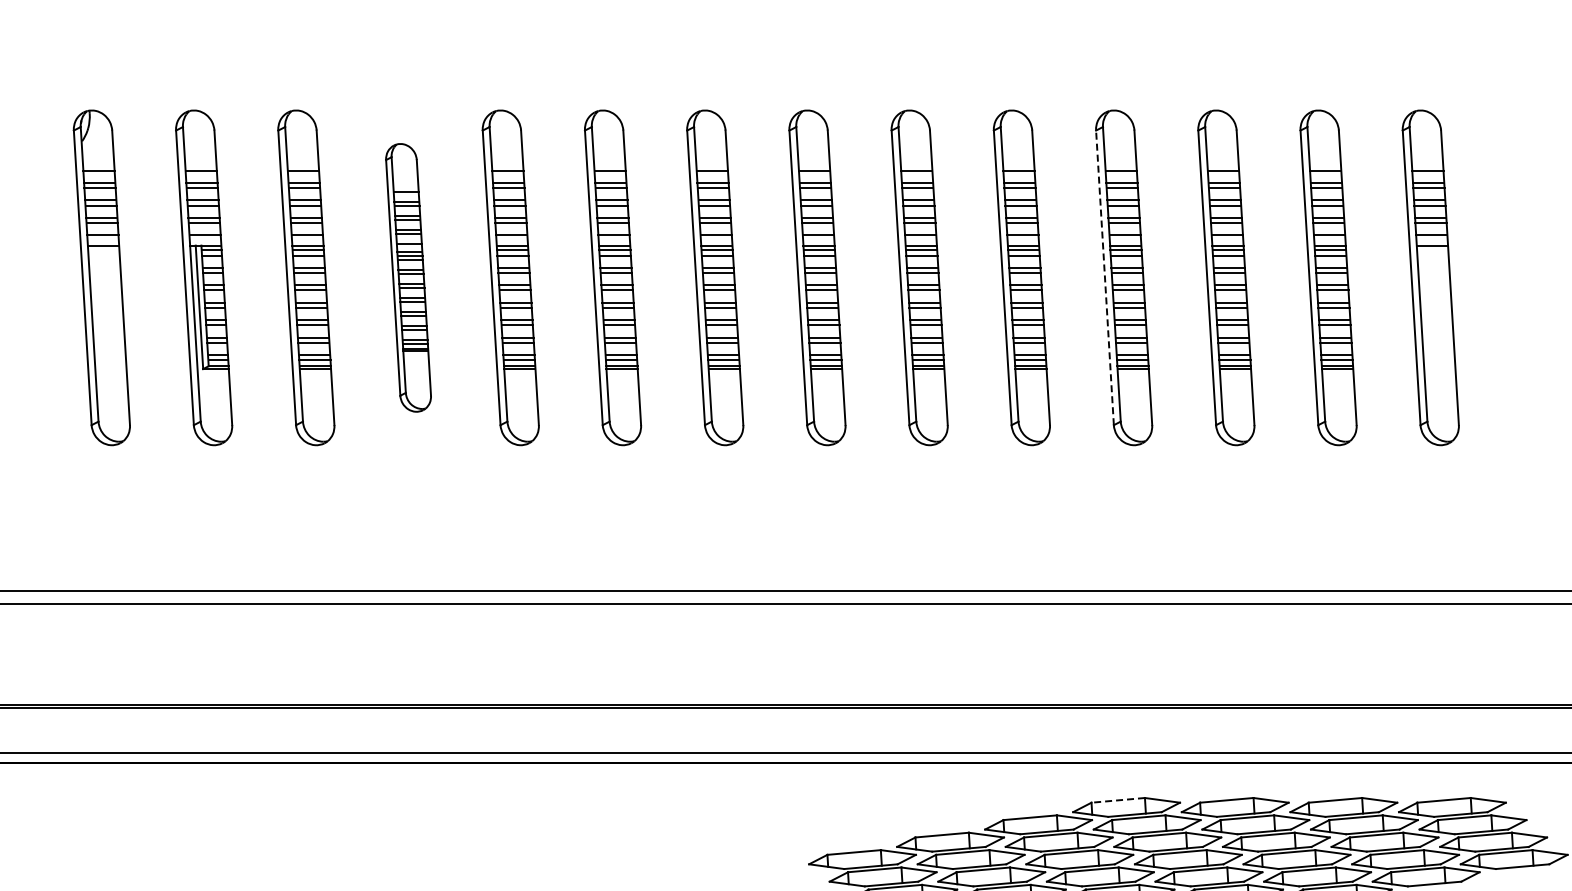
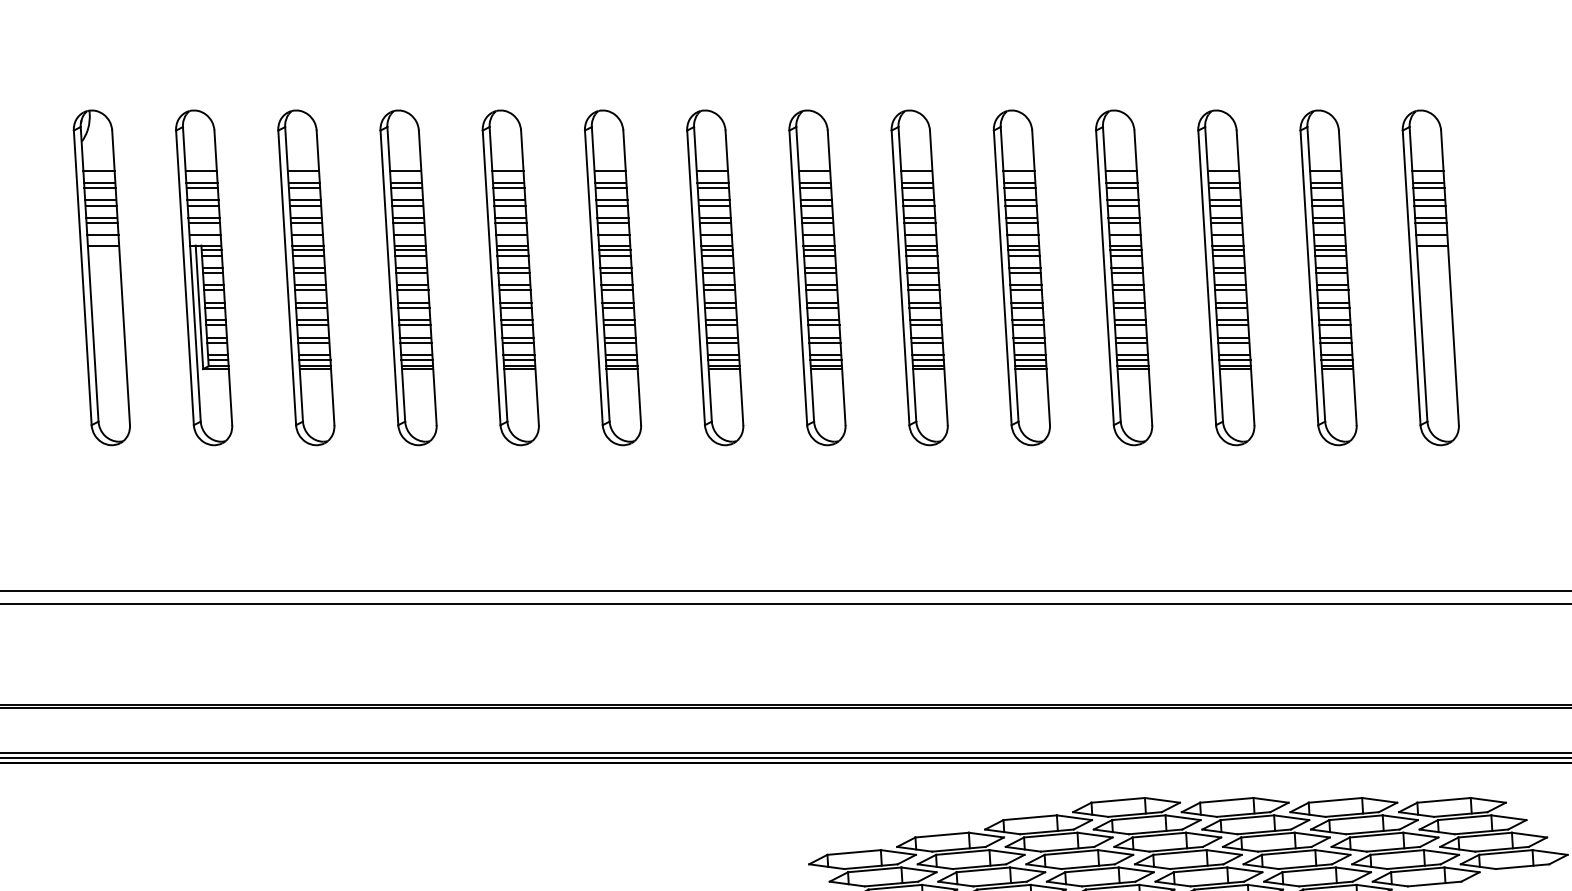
part at (408, 277) size: 47x270 px -> 59x338 px
line at (1104, 277): dashed -> solid
line at (785, 757): none -> present
line at (1118, 800): dashed -> solid
